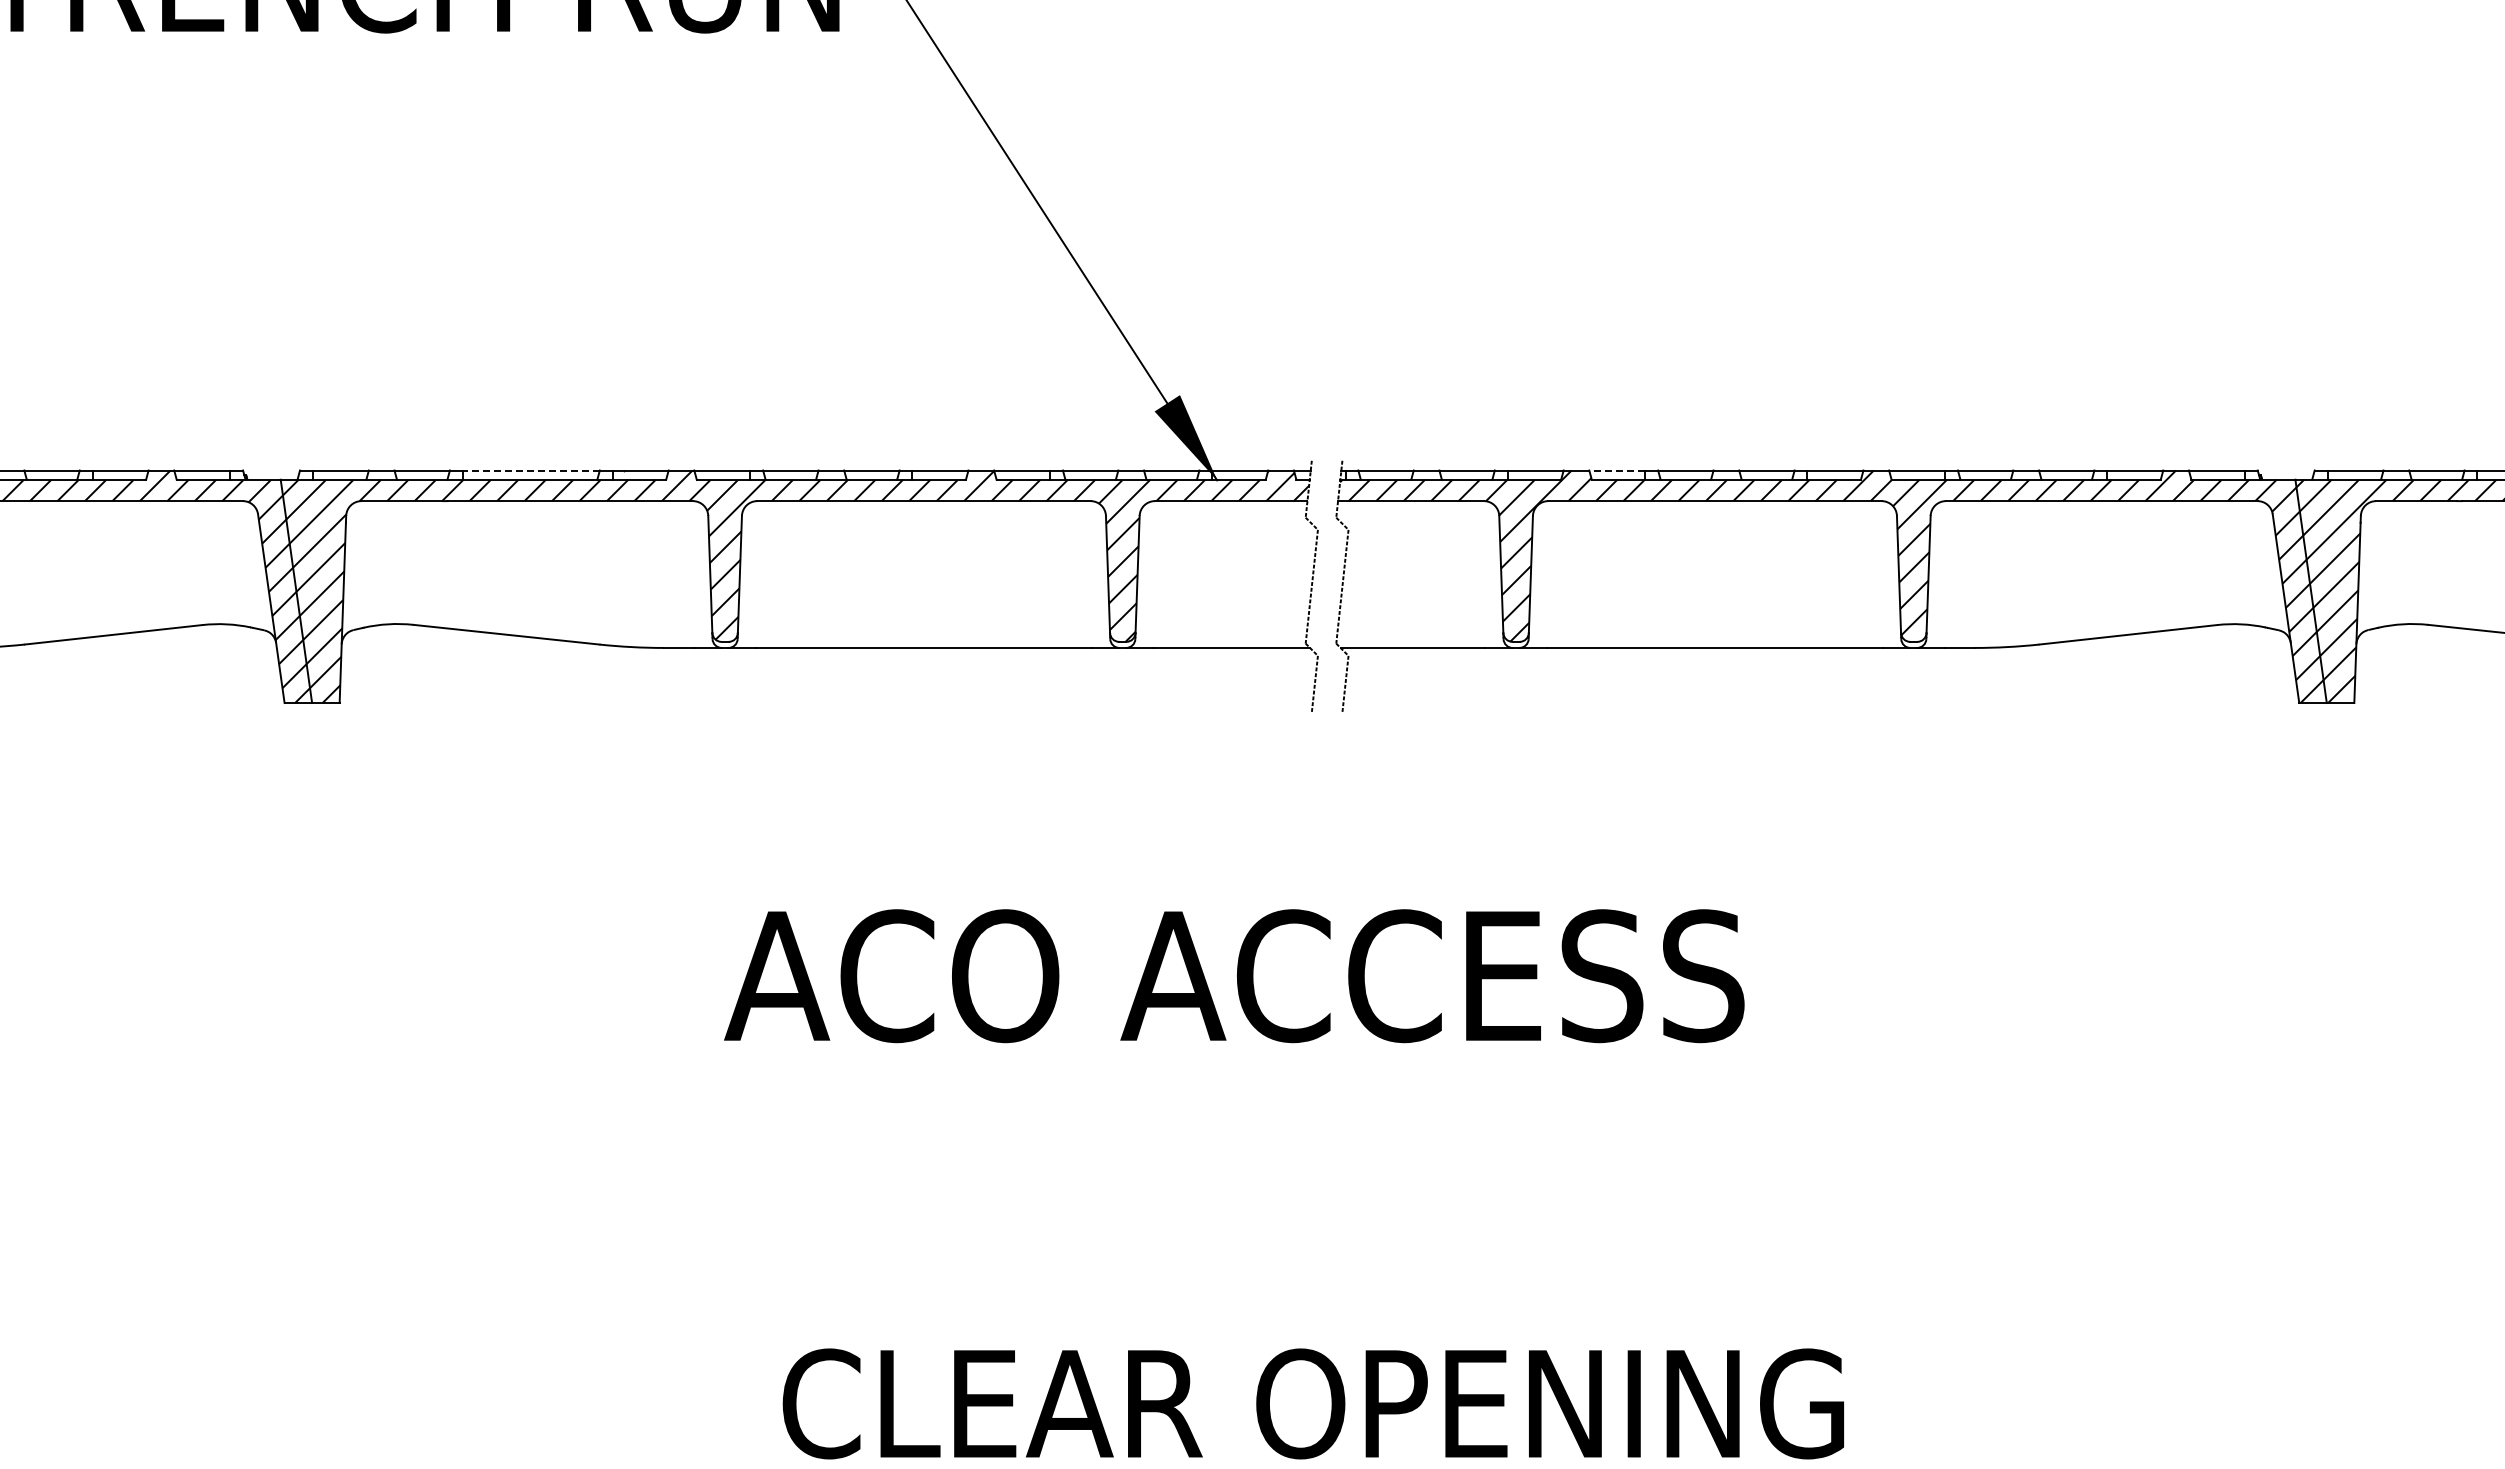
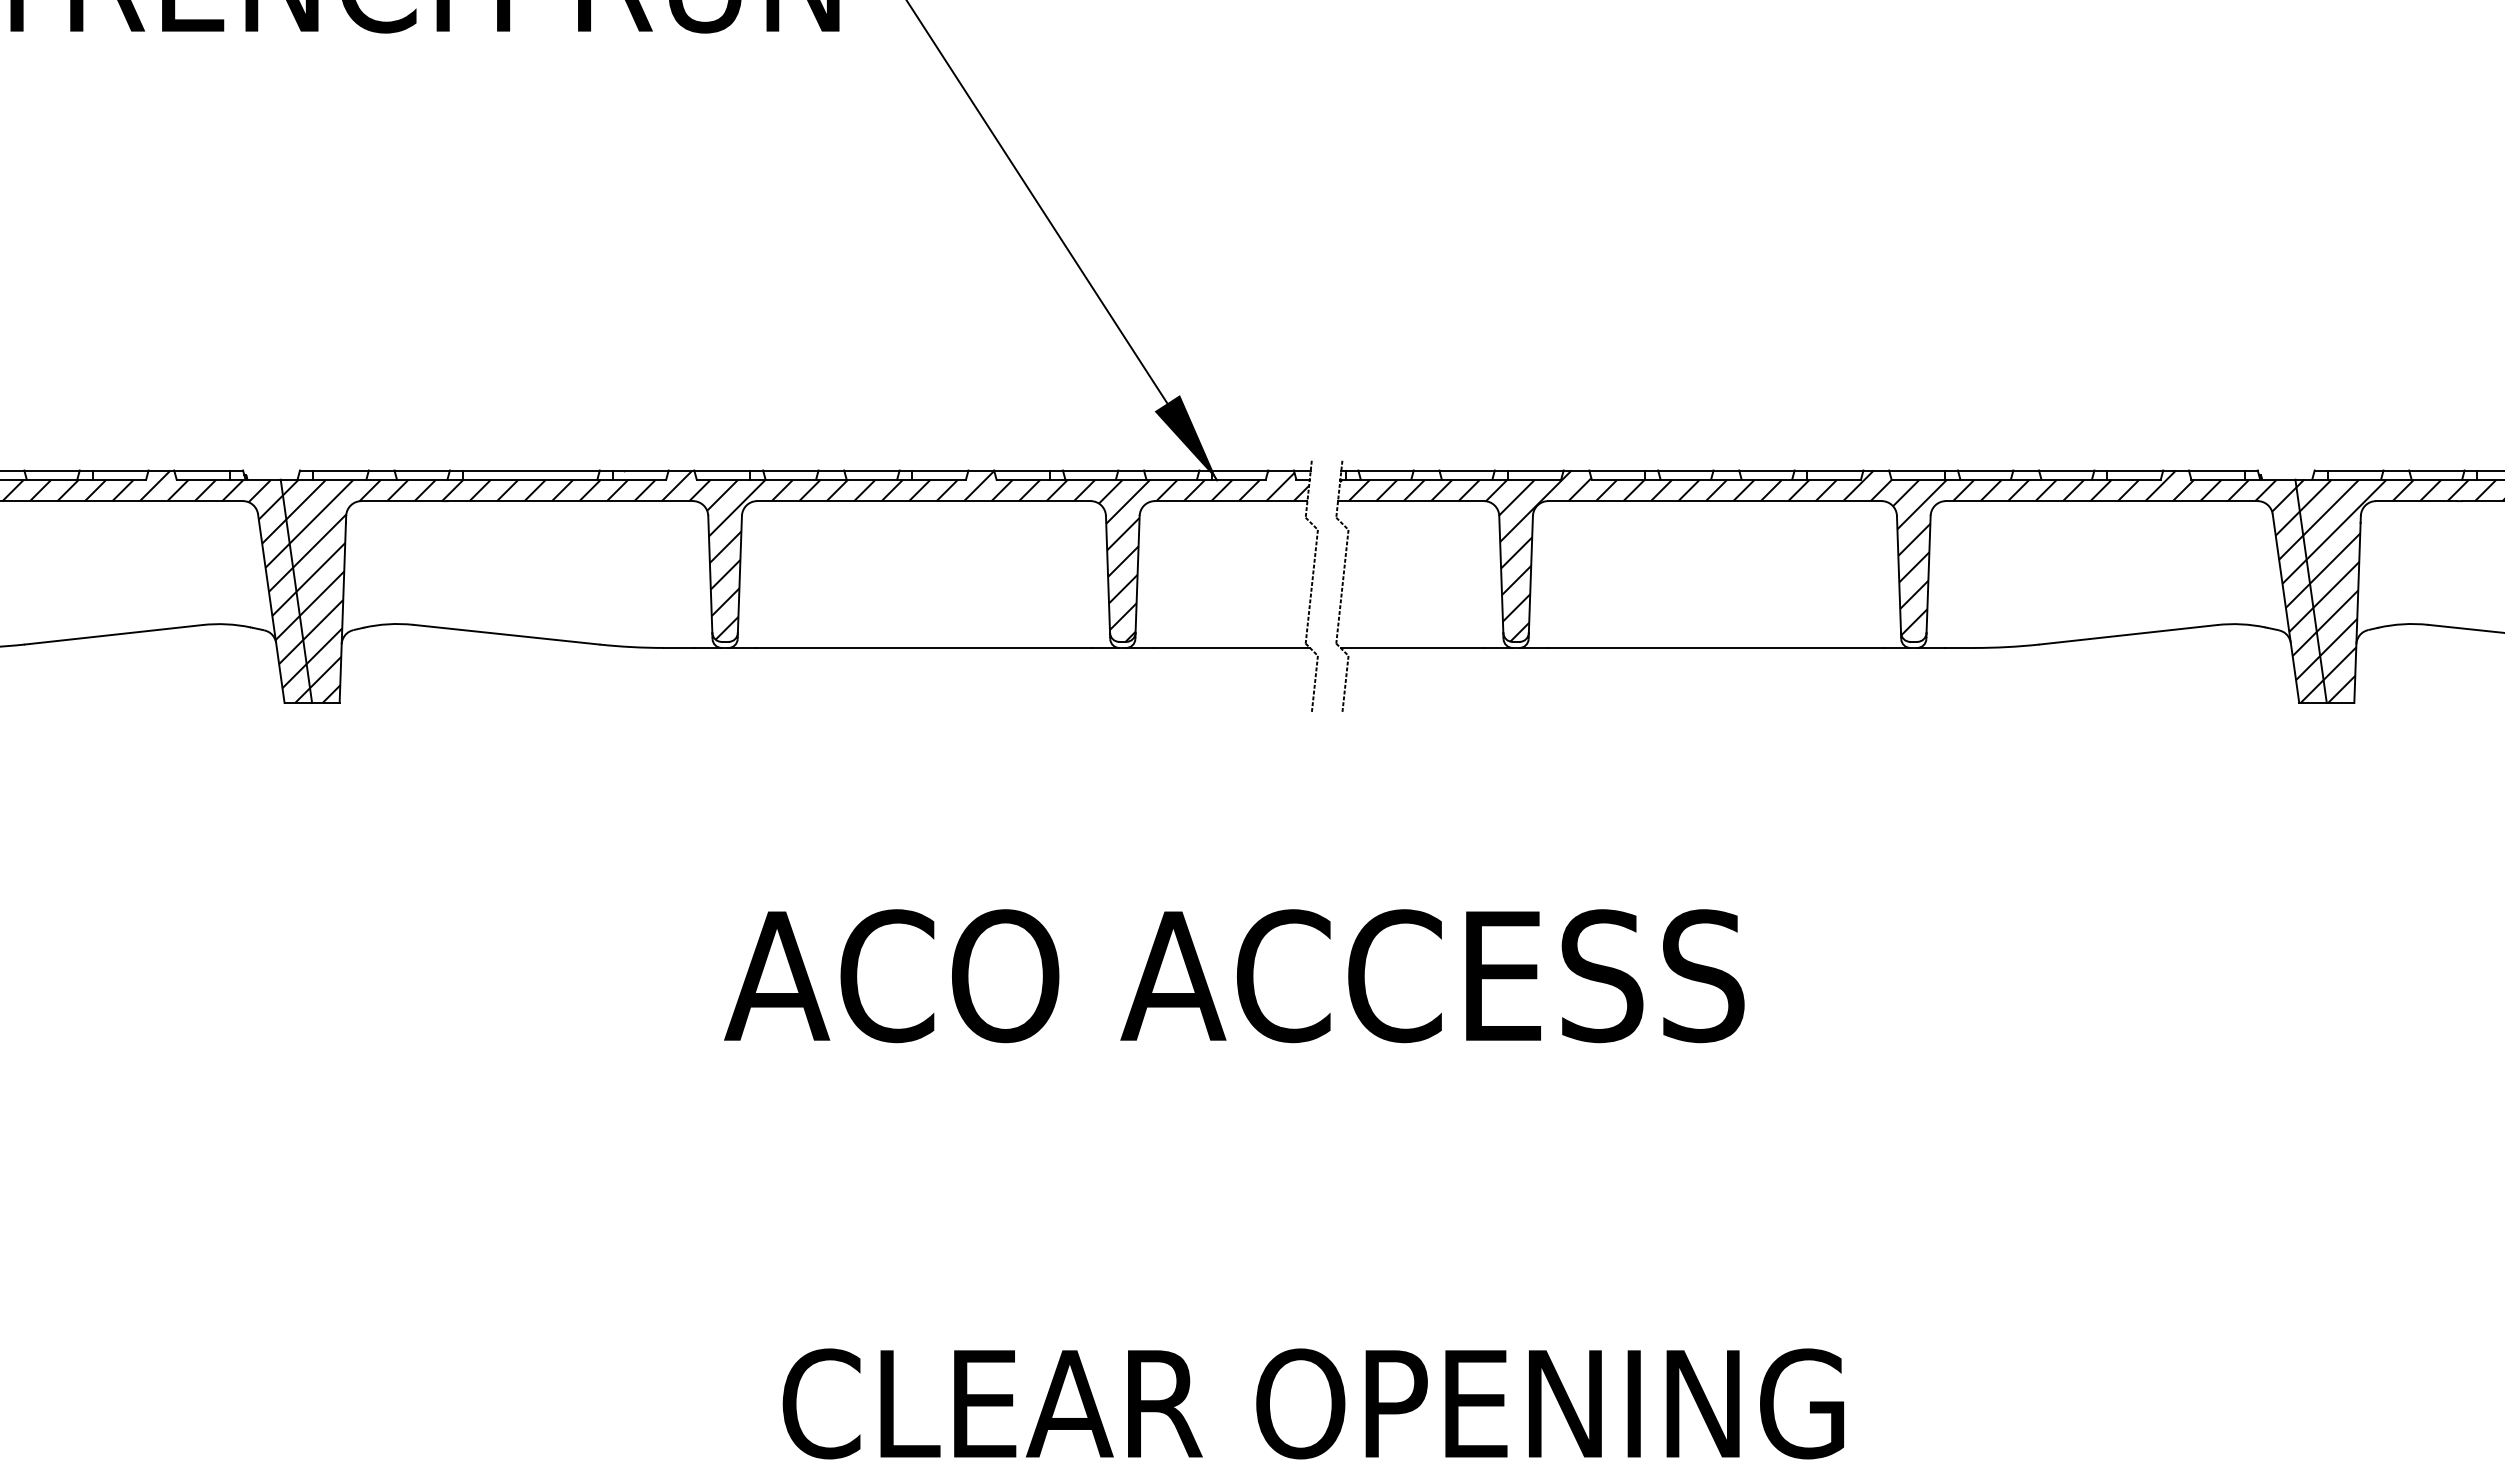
line at (531, 470): dashed -> solid
line at (1617, 470): dashed -> solid
